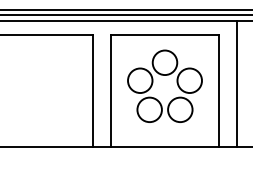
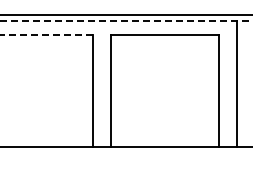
line at (125, 10): present -> none
line at (126, 20): solid -> dashed
line at (46, 35): solid -> dashed
part at (164, 75): present -> none
